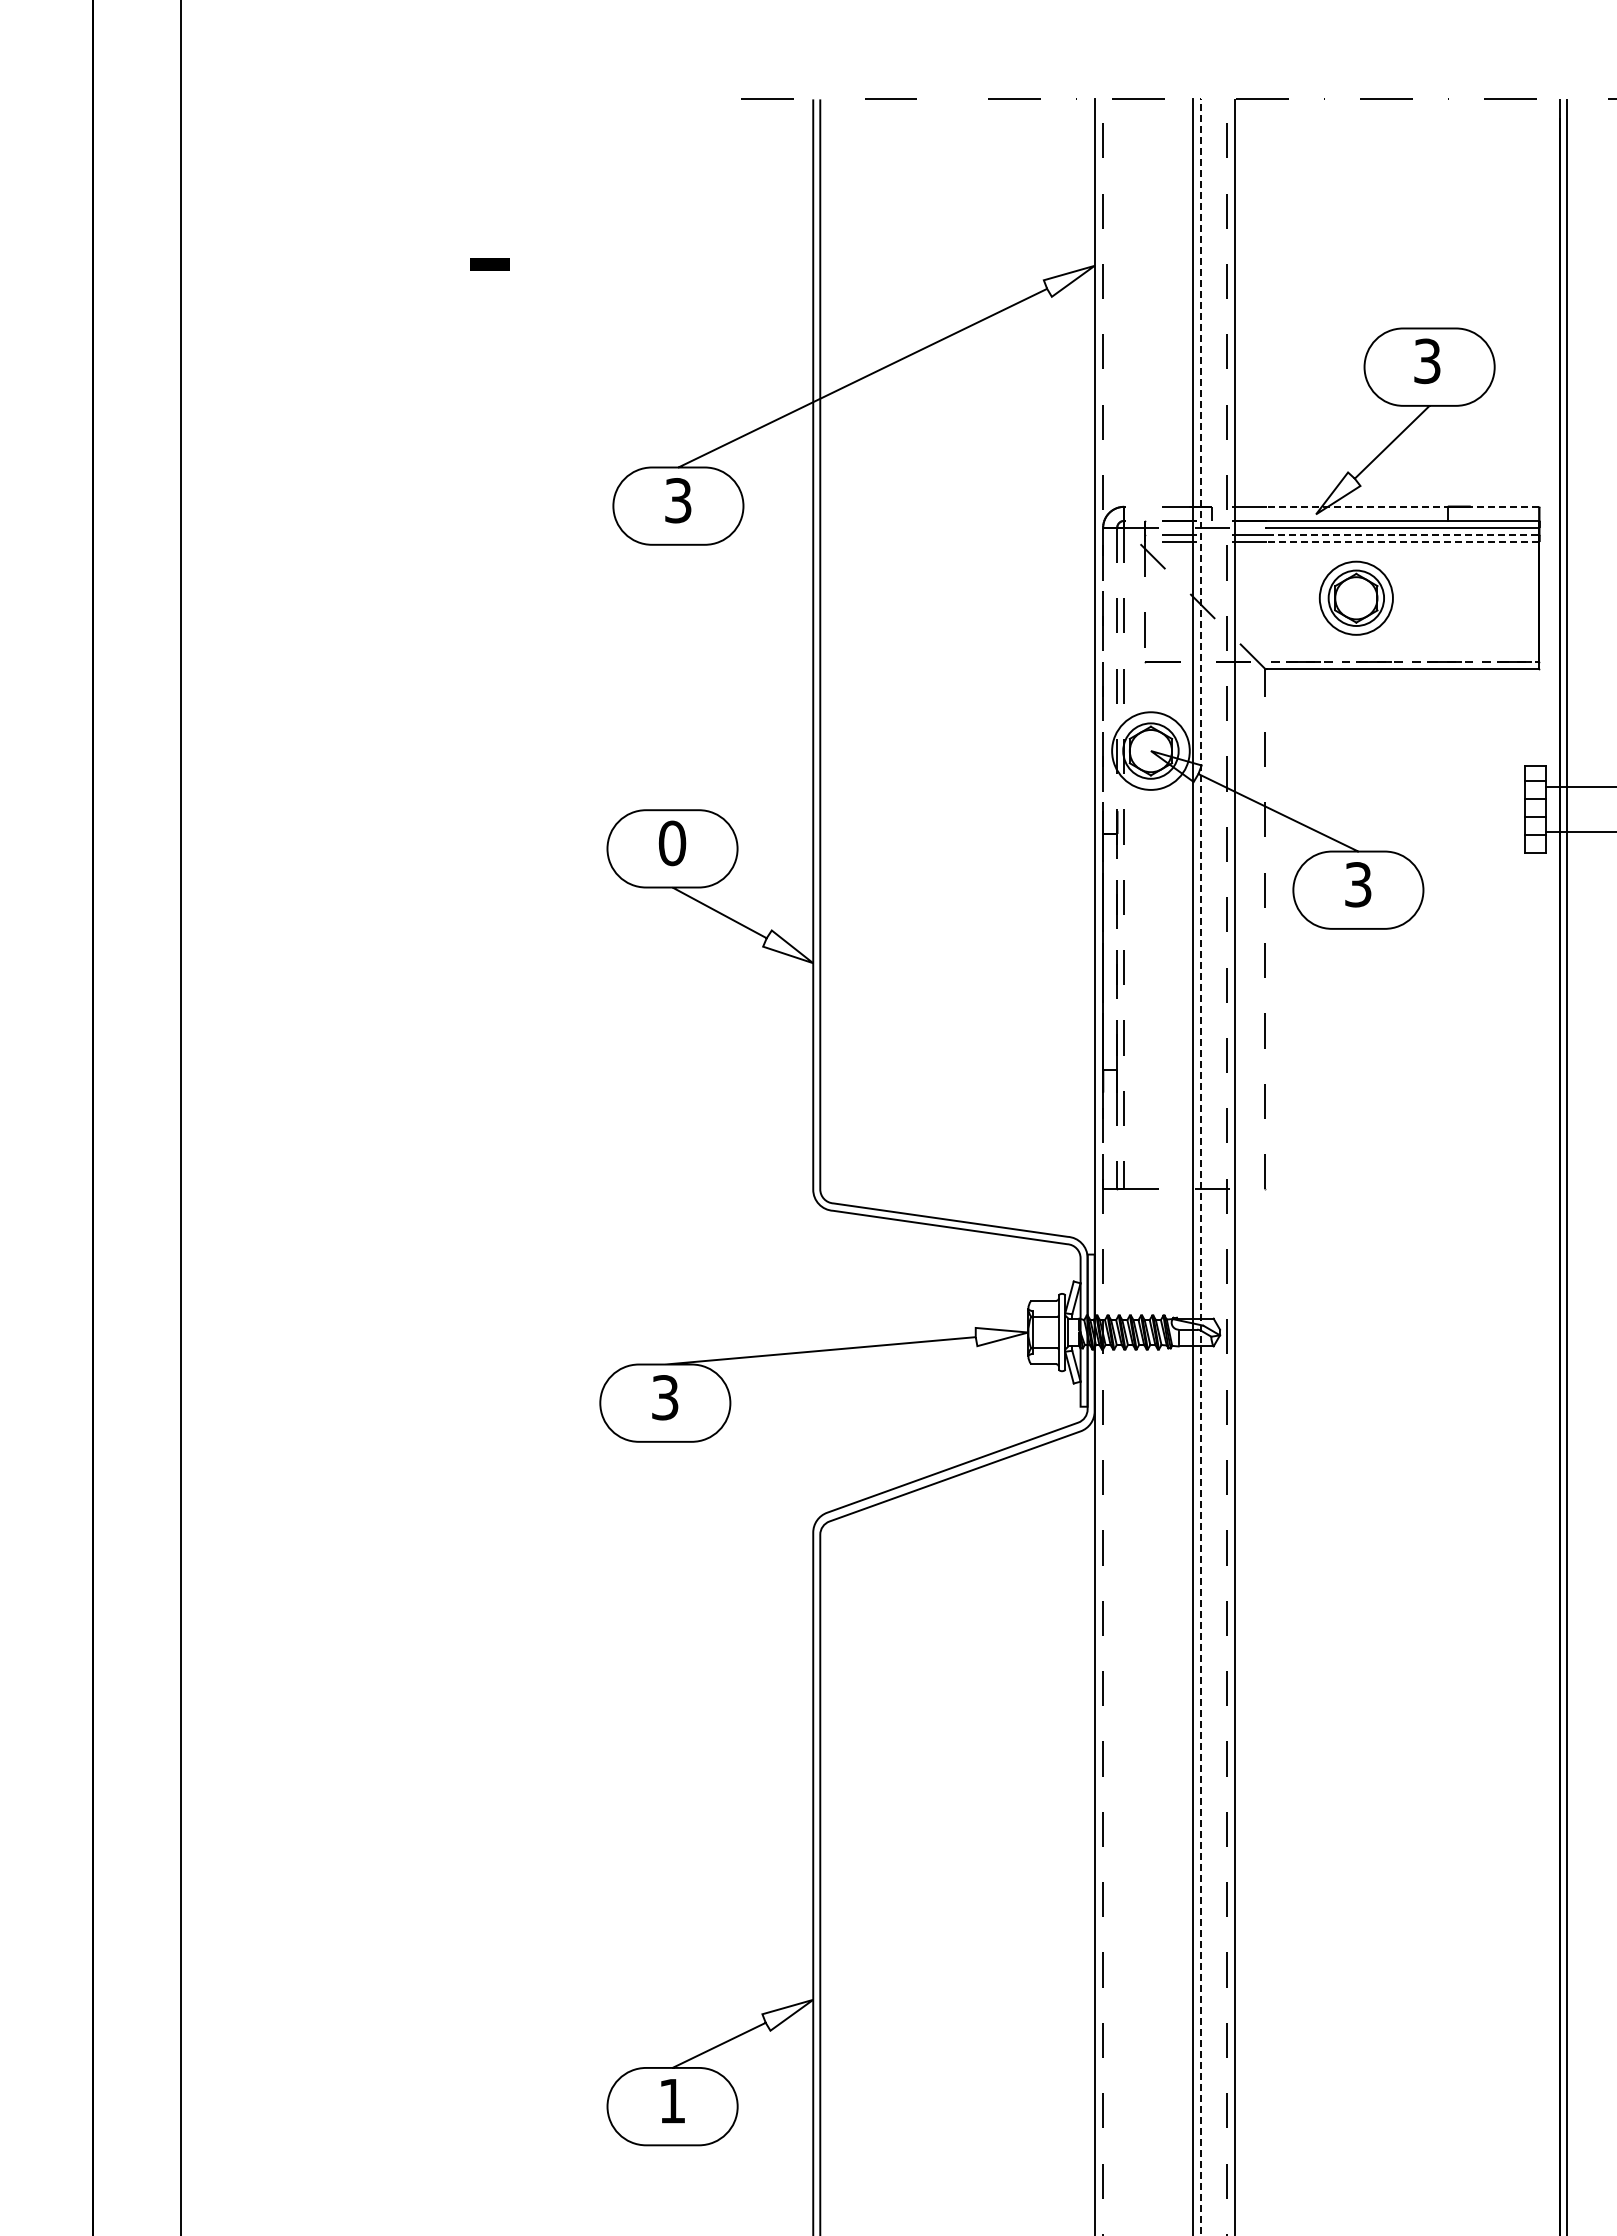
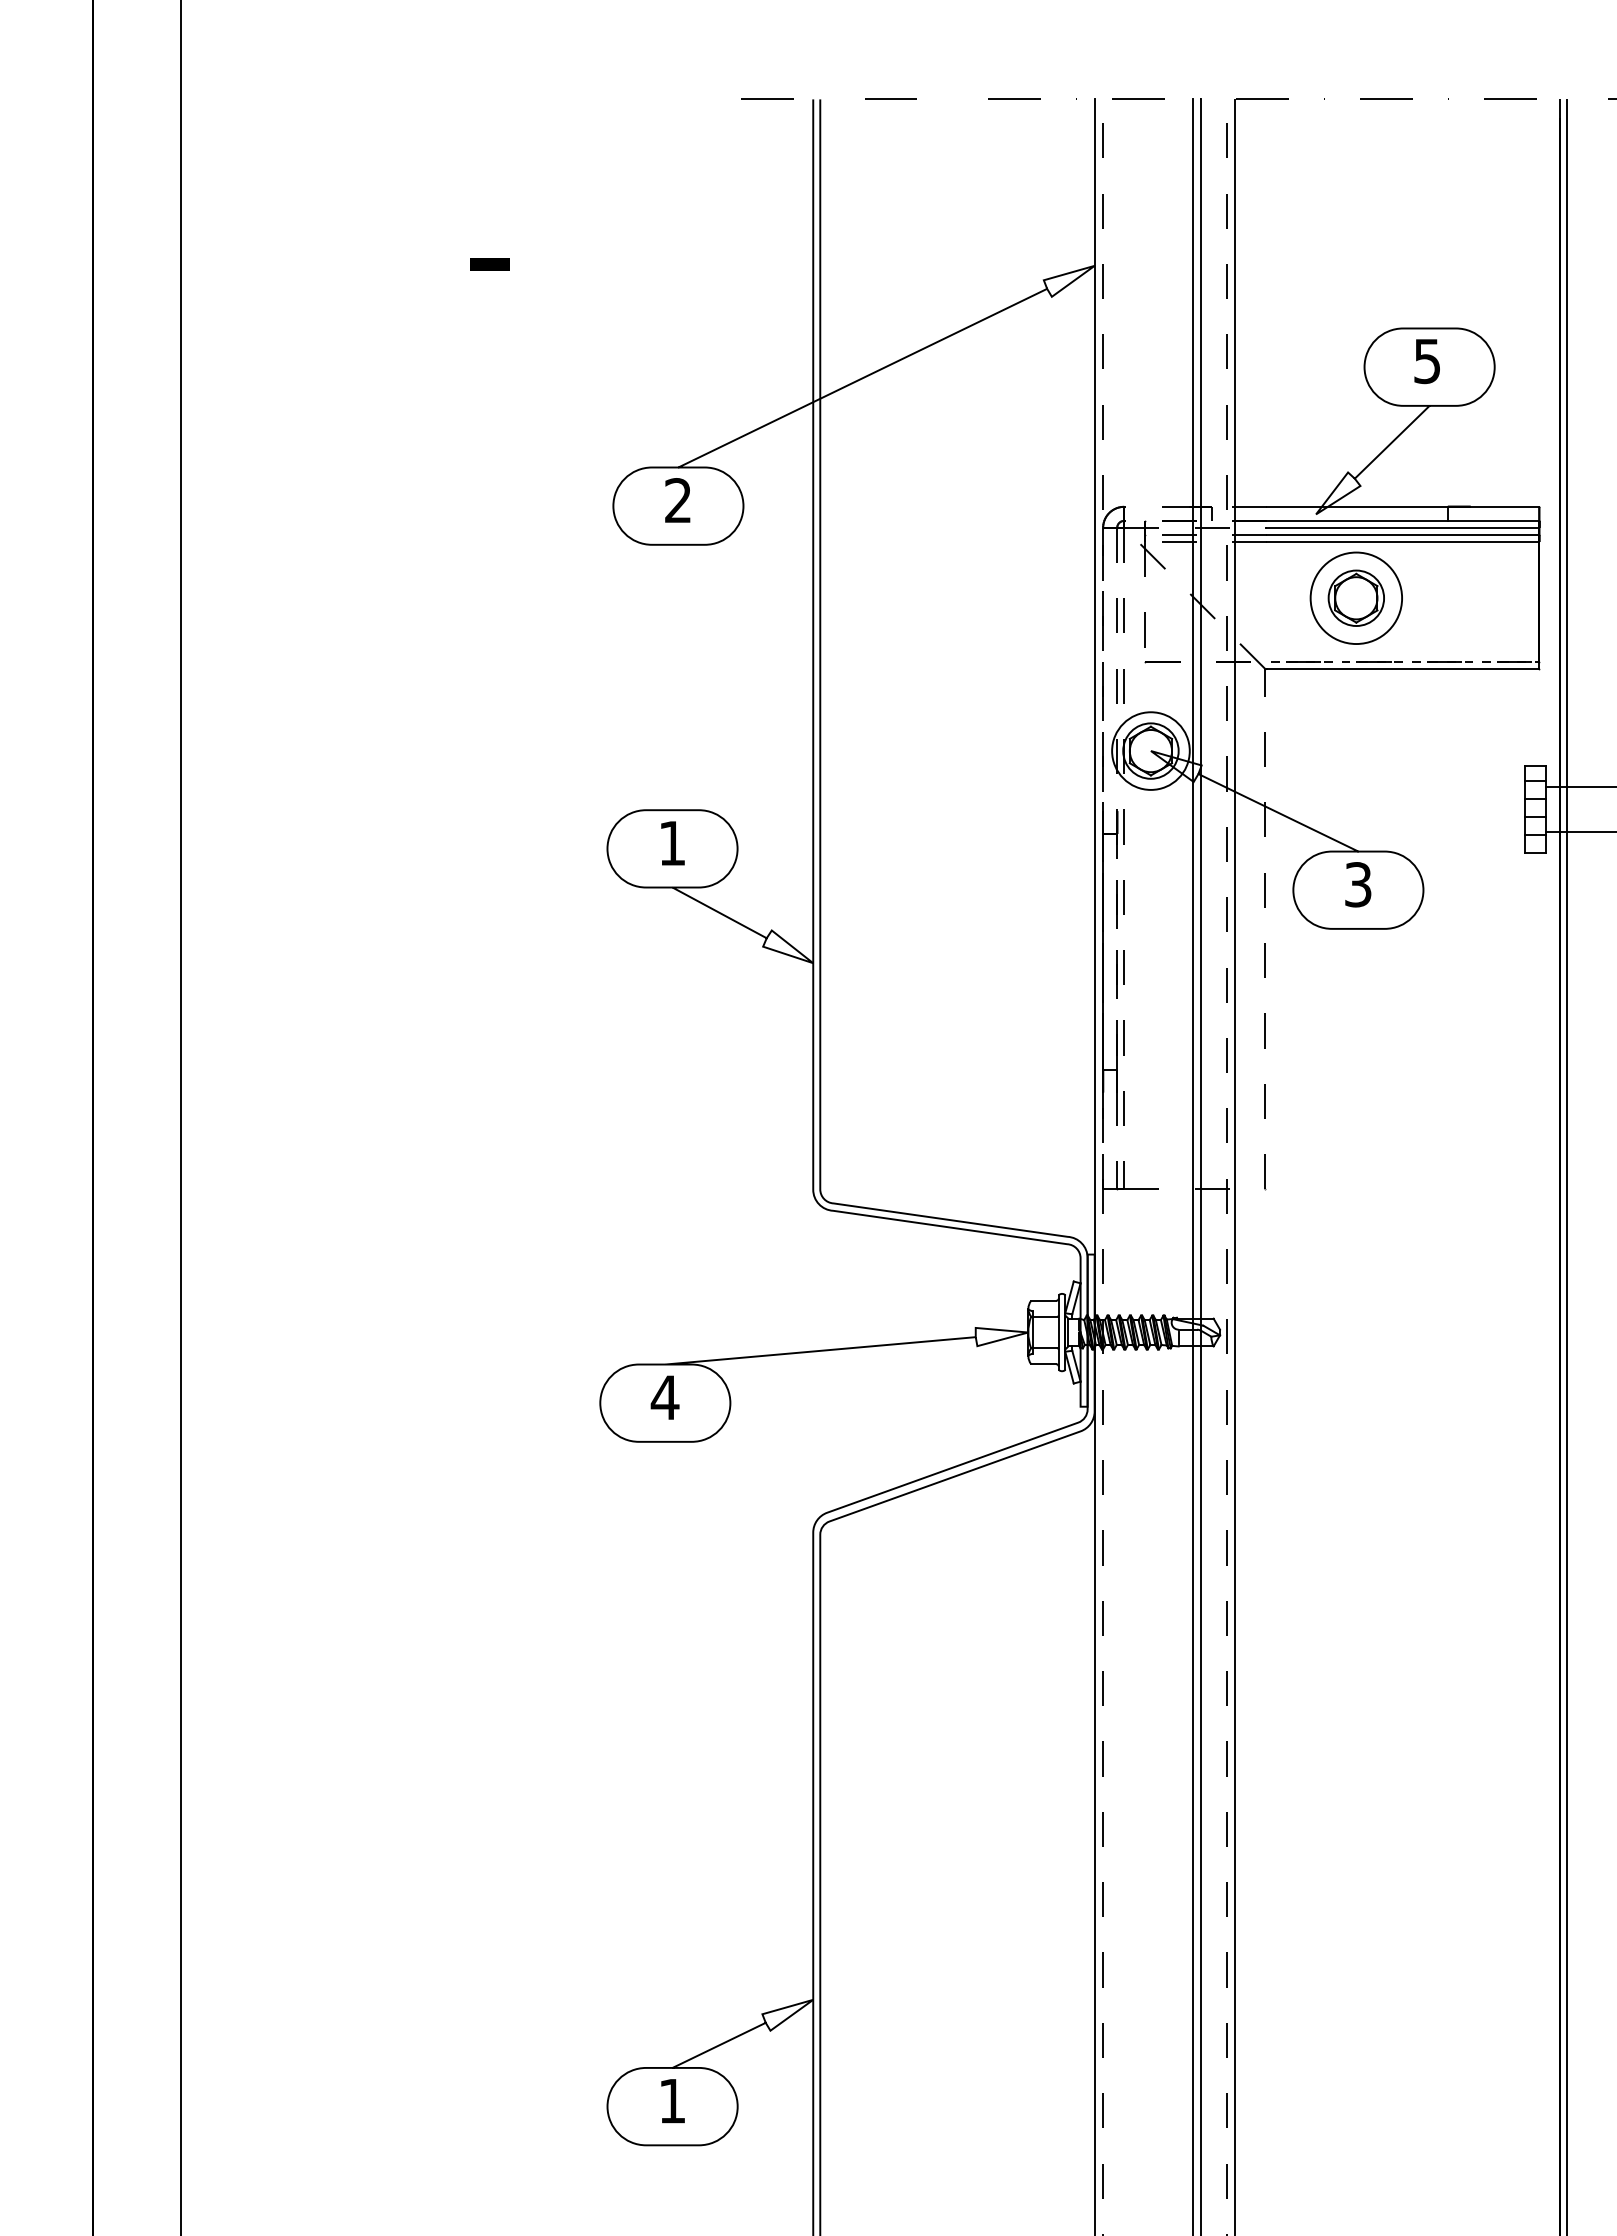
text at (1427, 360): 3 -> 5
text at (678, 500): 3 -> 2
line at (1402, 506): dashed -> solid
line at (1403, 534): dashed -> solid
line at (1402, 542): dashed -> solid
circle at (1355, 597) diameter: 73 px -> 91 px
text at (672, 843): 0 -> 1
line at (1201, 1167): dashed -> solid
text at (664, 1397): 3 -> 4
